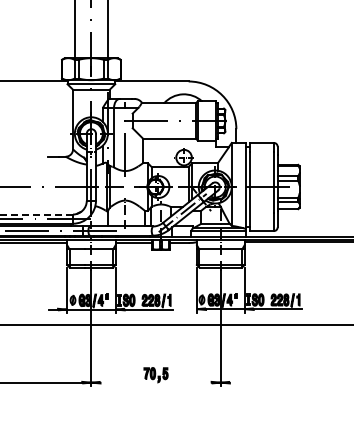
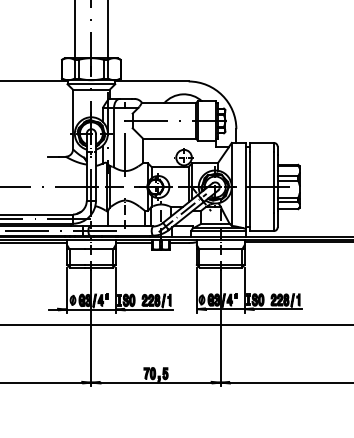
line at (36, 214): dashed -> solid
line at (155, 382): none -> present
line at (289, 382): none -> present
